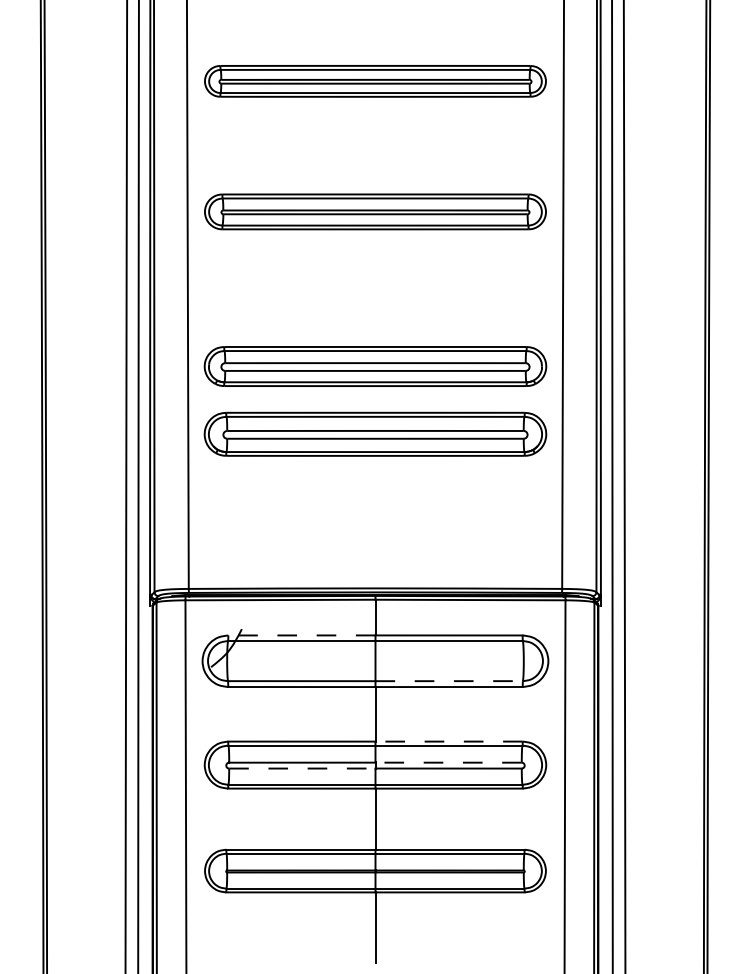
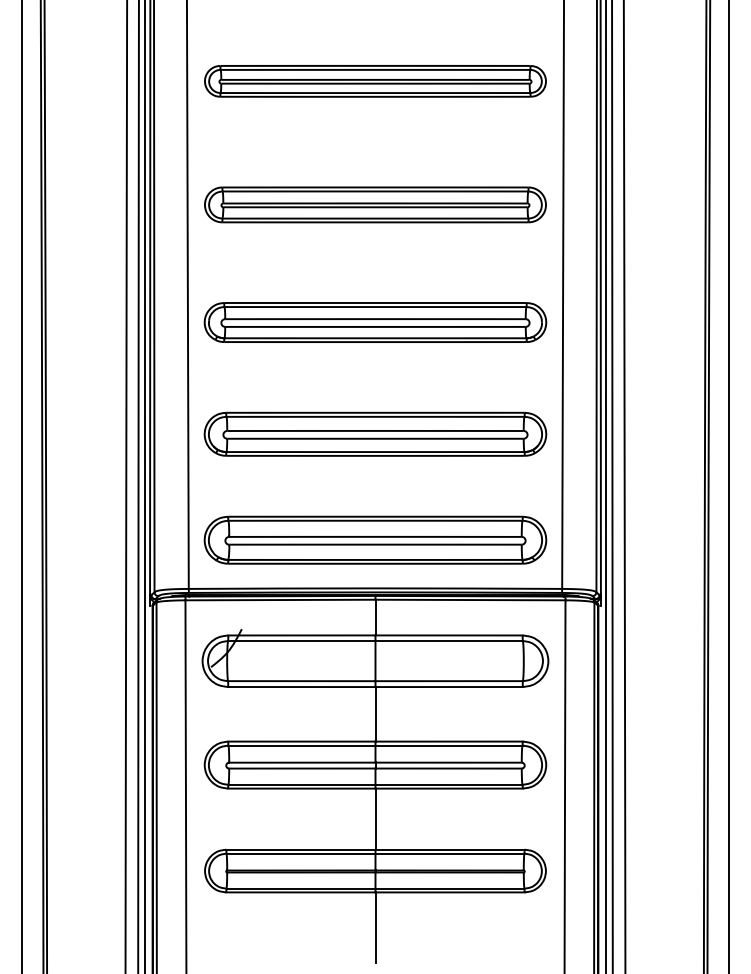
part at (375, 211) position: (375, 211) -> (375, 204)
part at (375, 366) position: (375, 366) -> (375, 322)
line at (22, 486): none -> present
line at (144, 486): none -> present
line at (606, 486): none -> present
line at (728, 486): none -> present
part at (375, 539): none -> present
line at (301, 635): dashed -> solid
line at (449, 681): dashed -> solid
line at (449, 741): dashed -> solid
line at (448, 762): dashed -> solid
line at (302, 768): dashed -> solid
